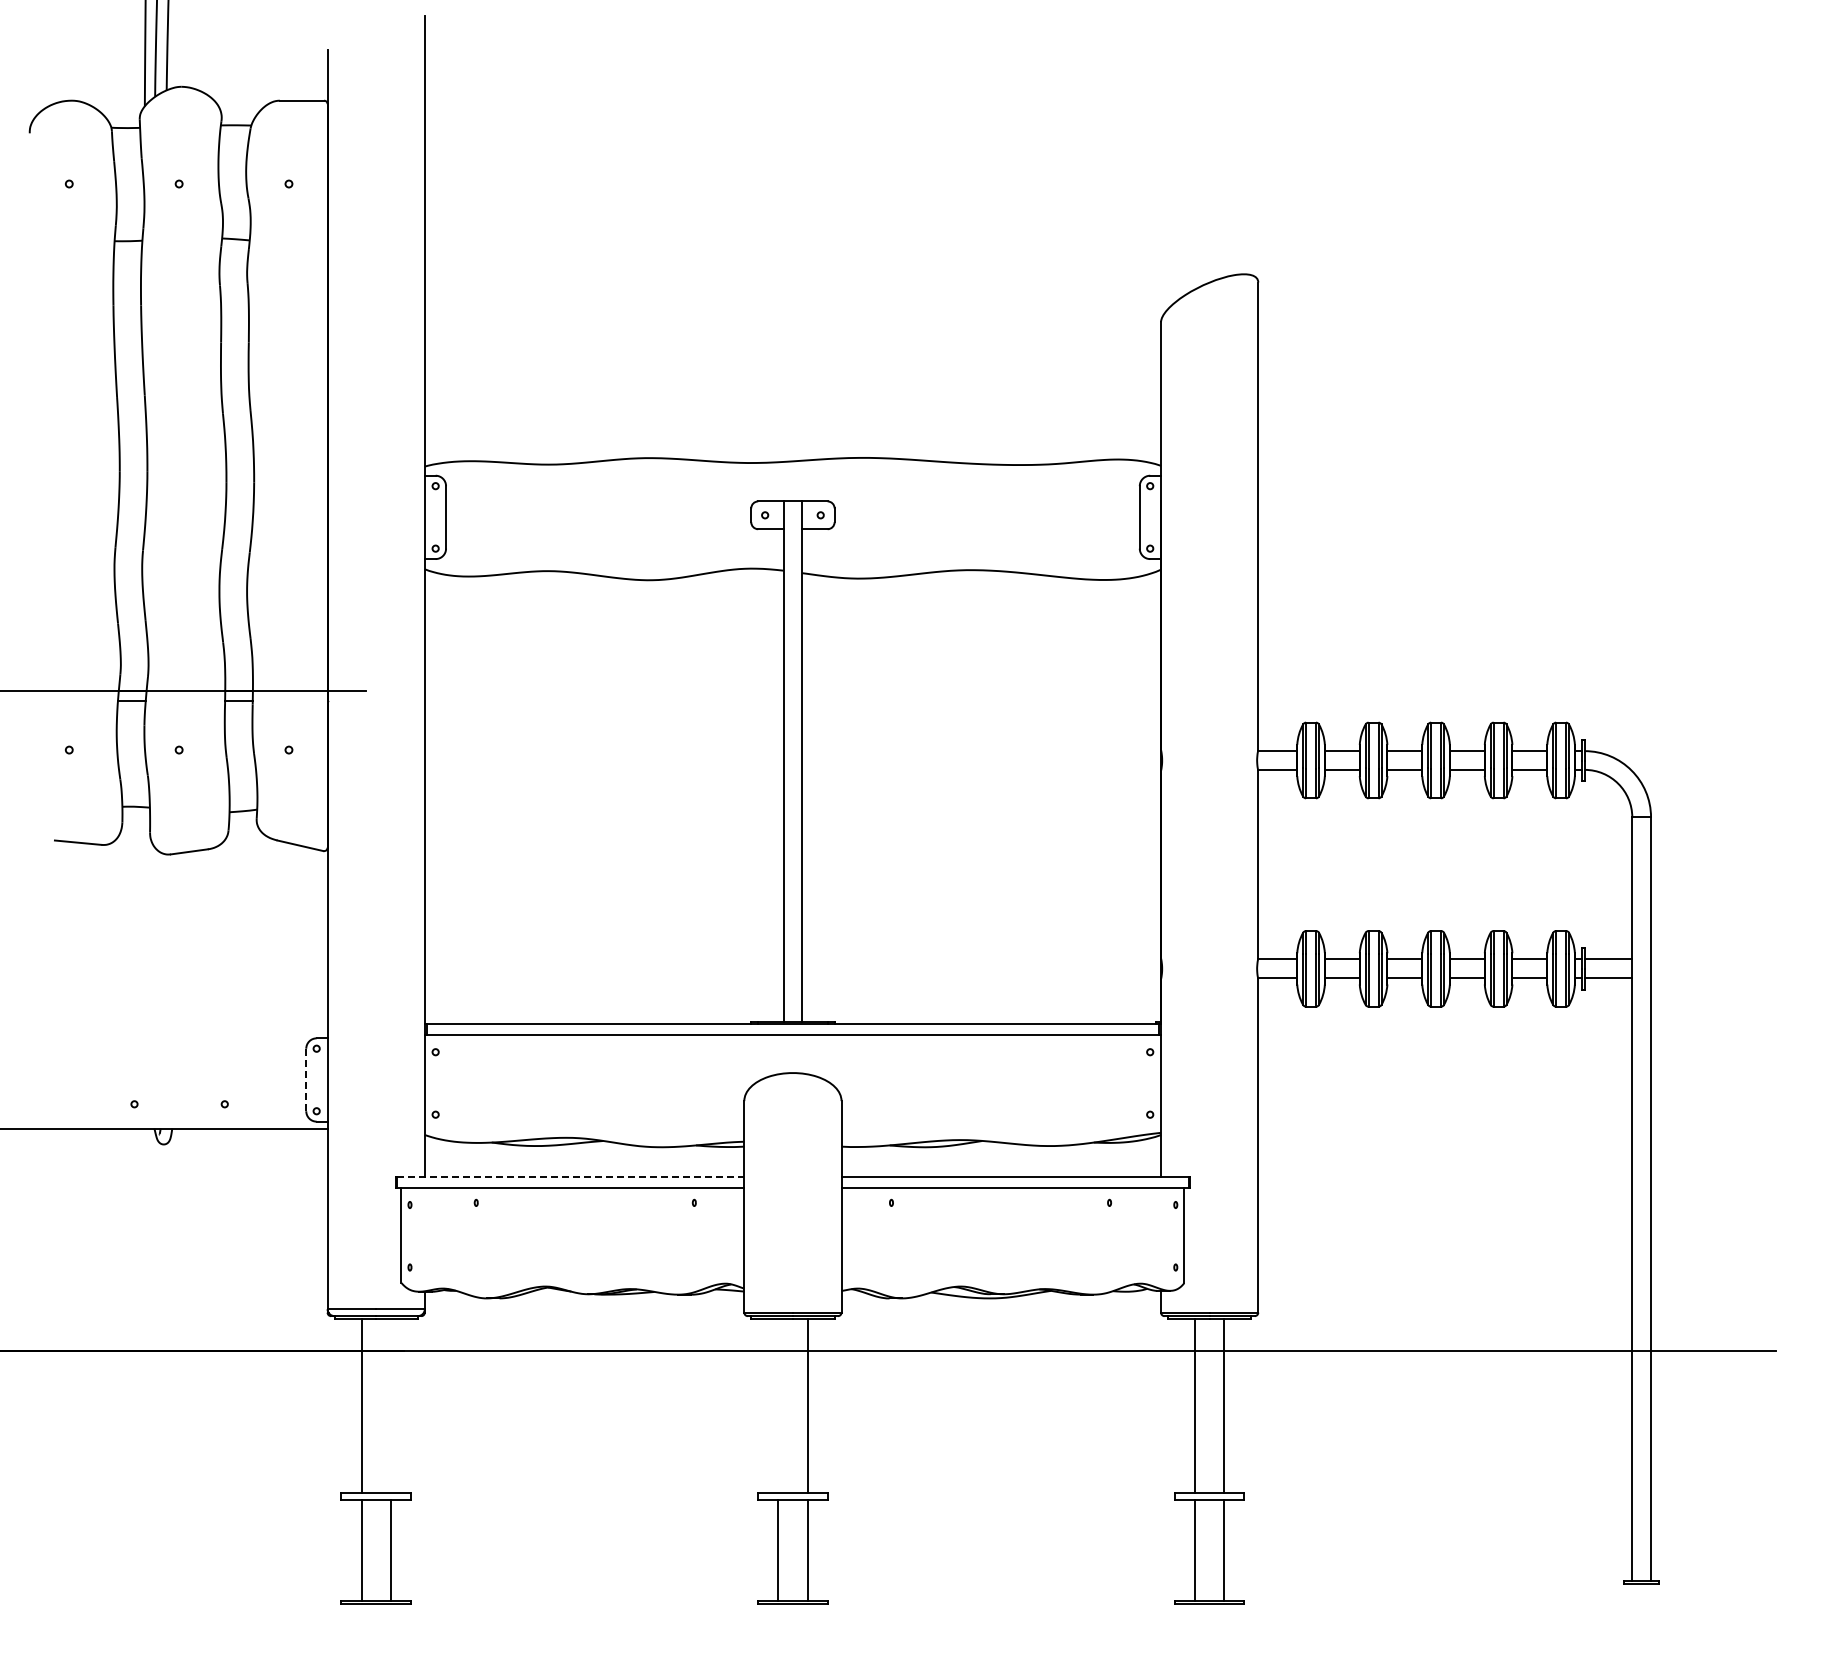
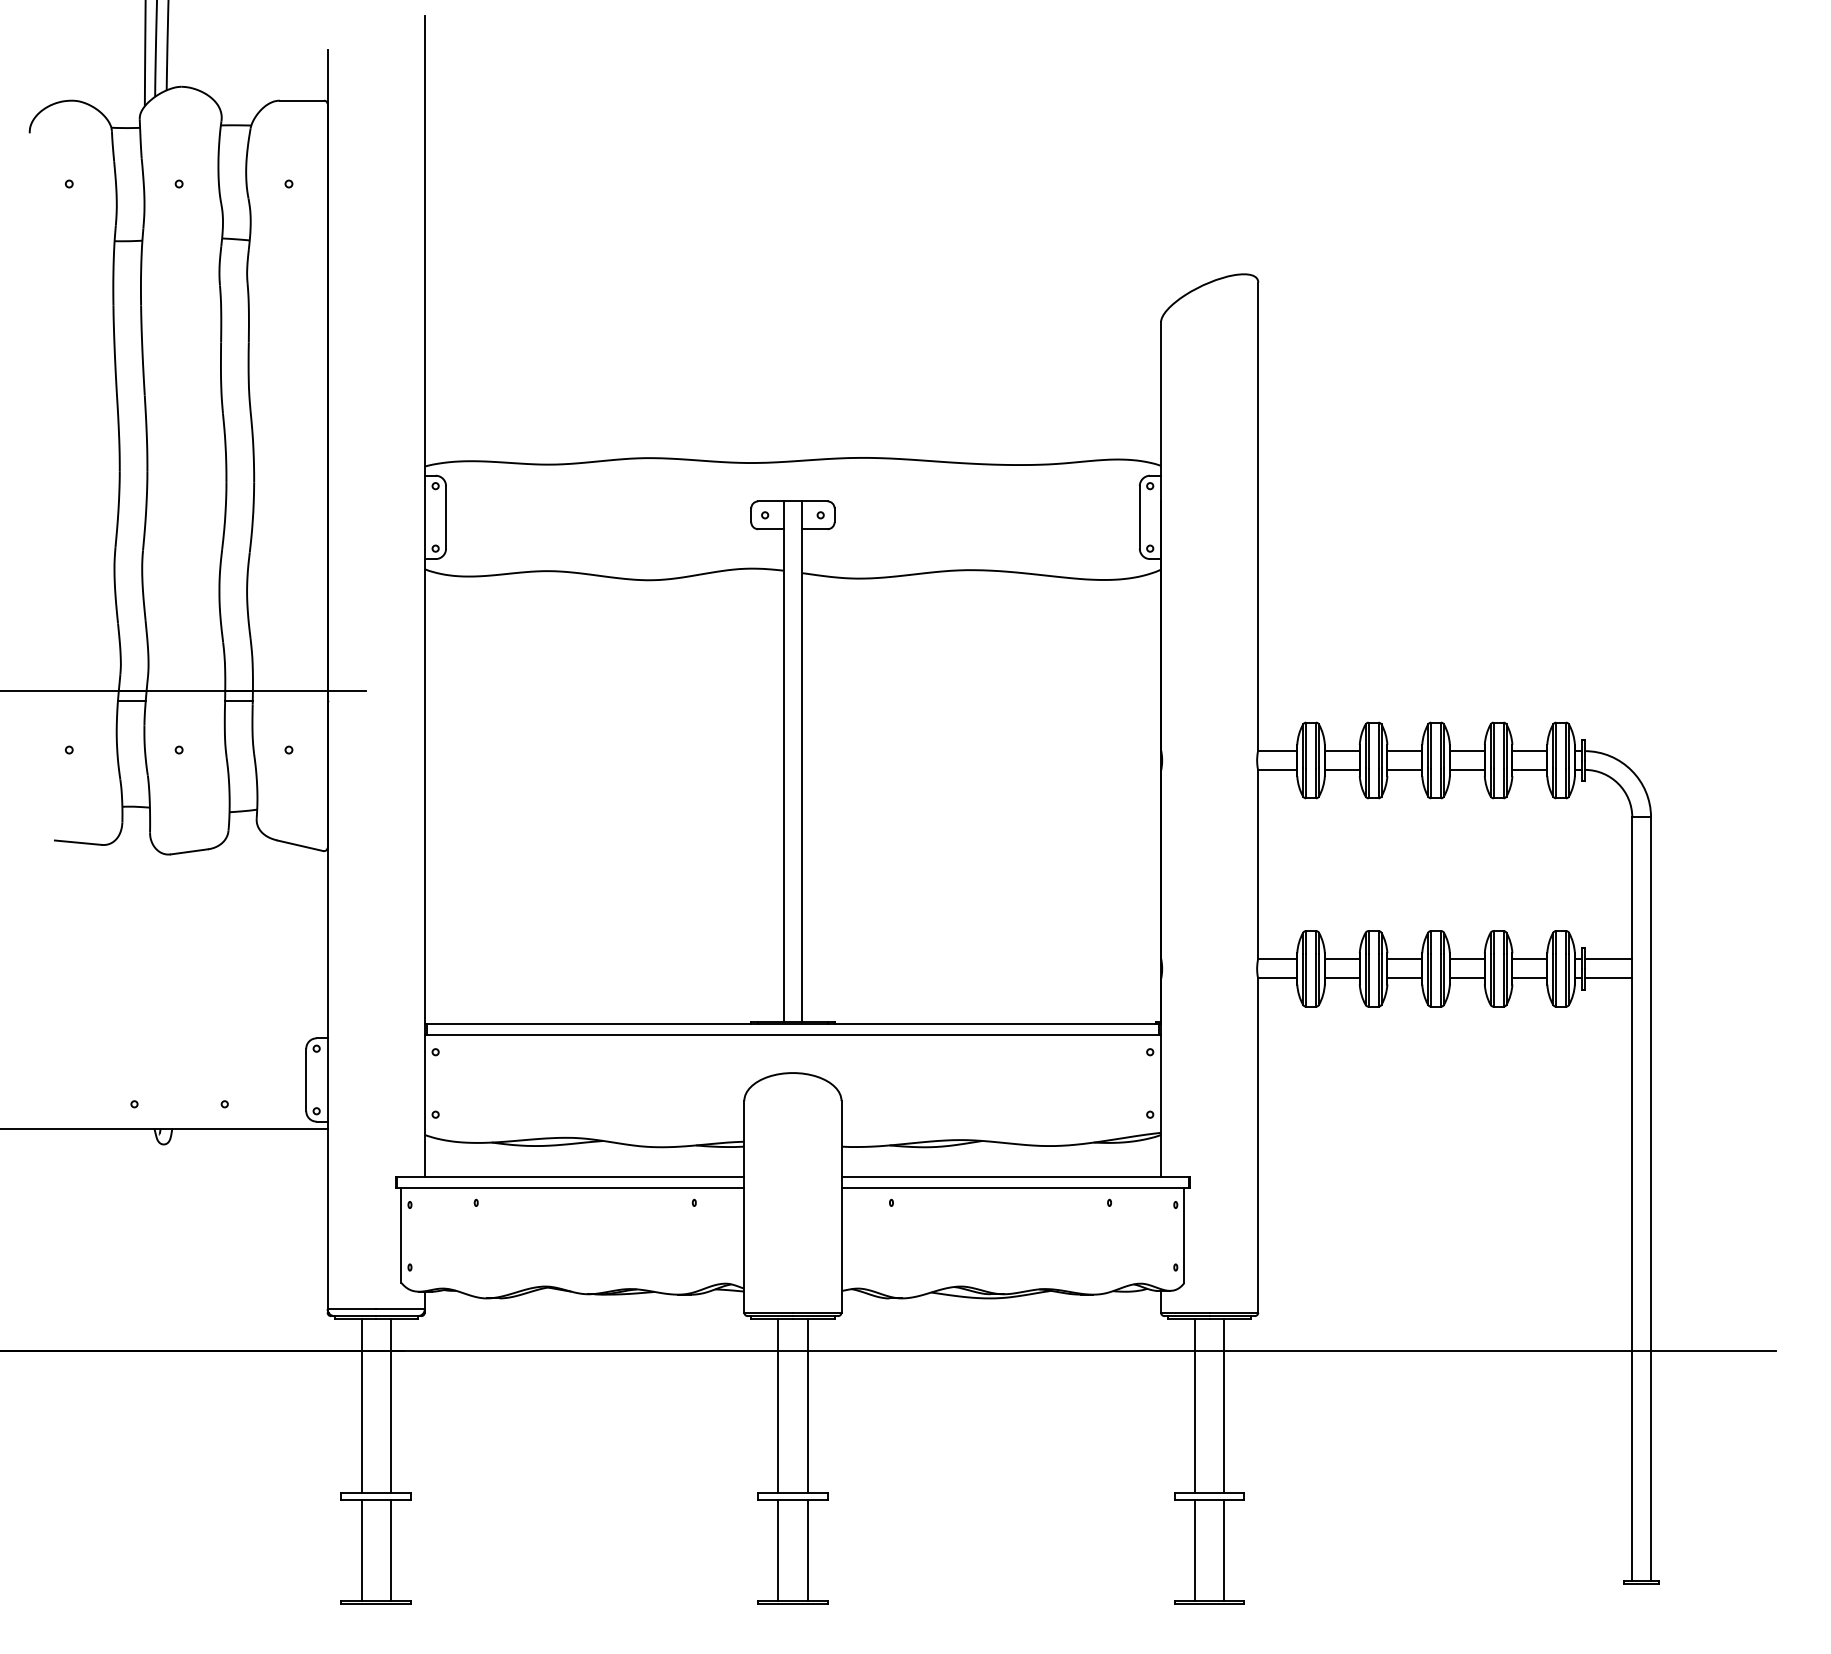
line at (306, 1079): dashed -> solid
line at (570, 1177): dashed -> solid
line at (390, 1405): none -> present
line at (778, 1405): none -> present
